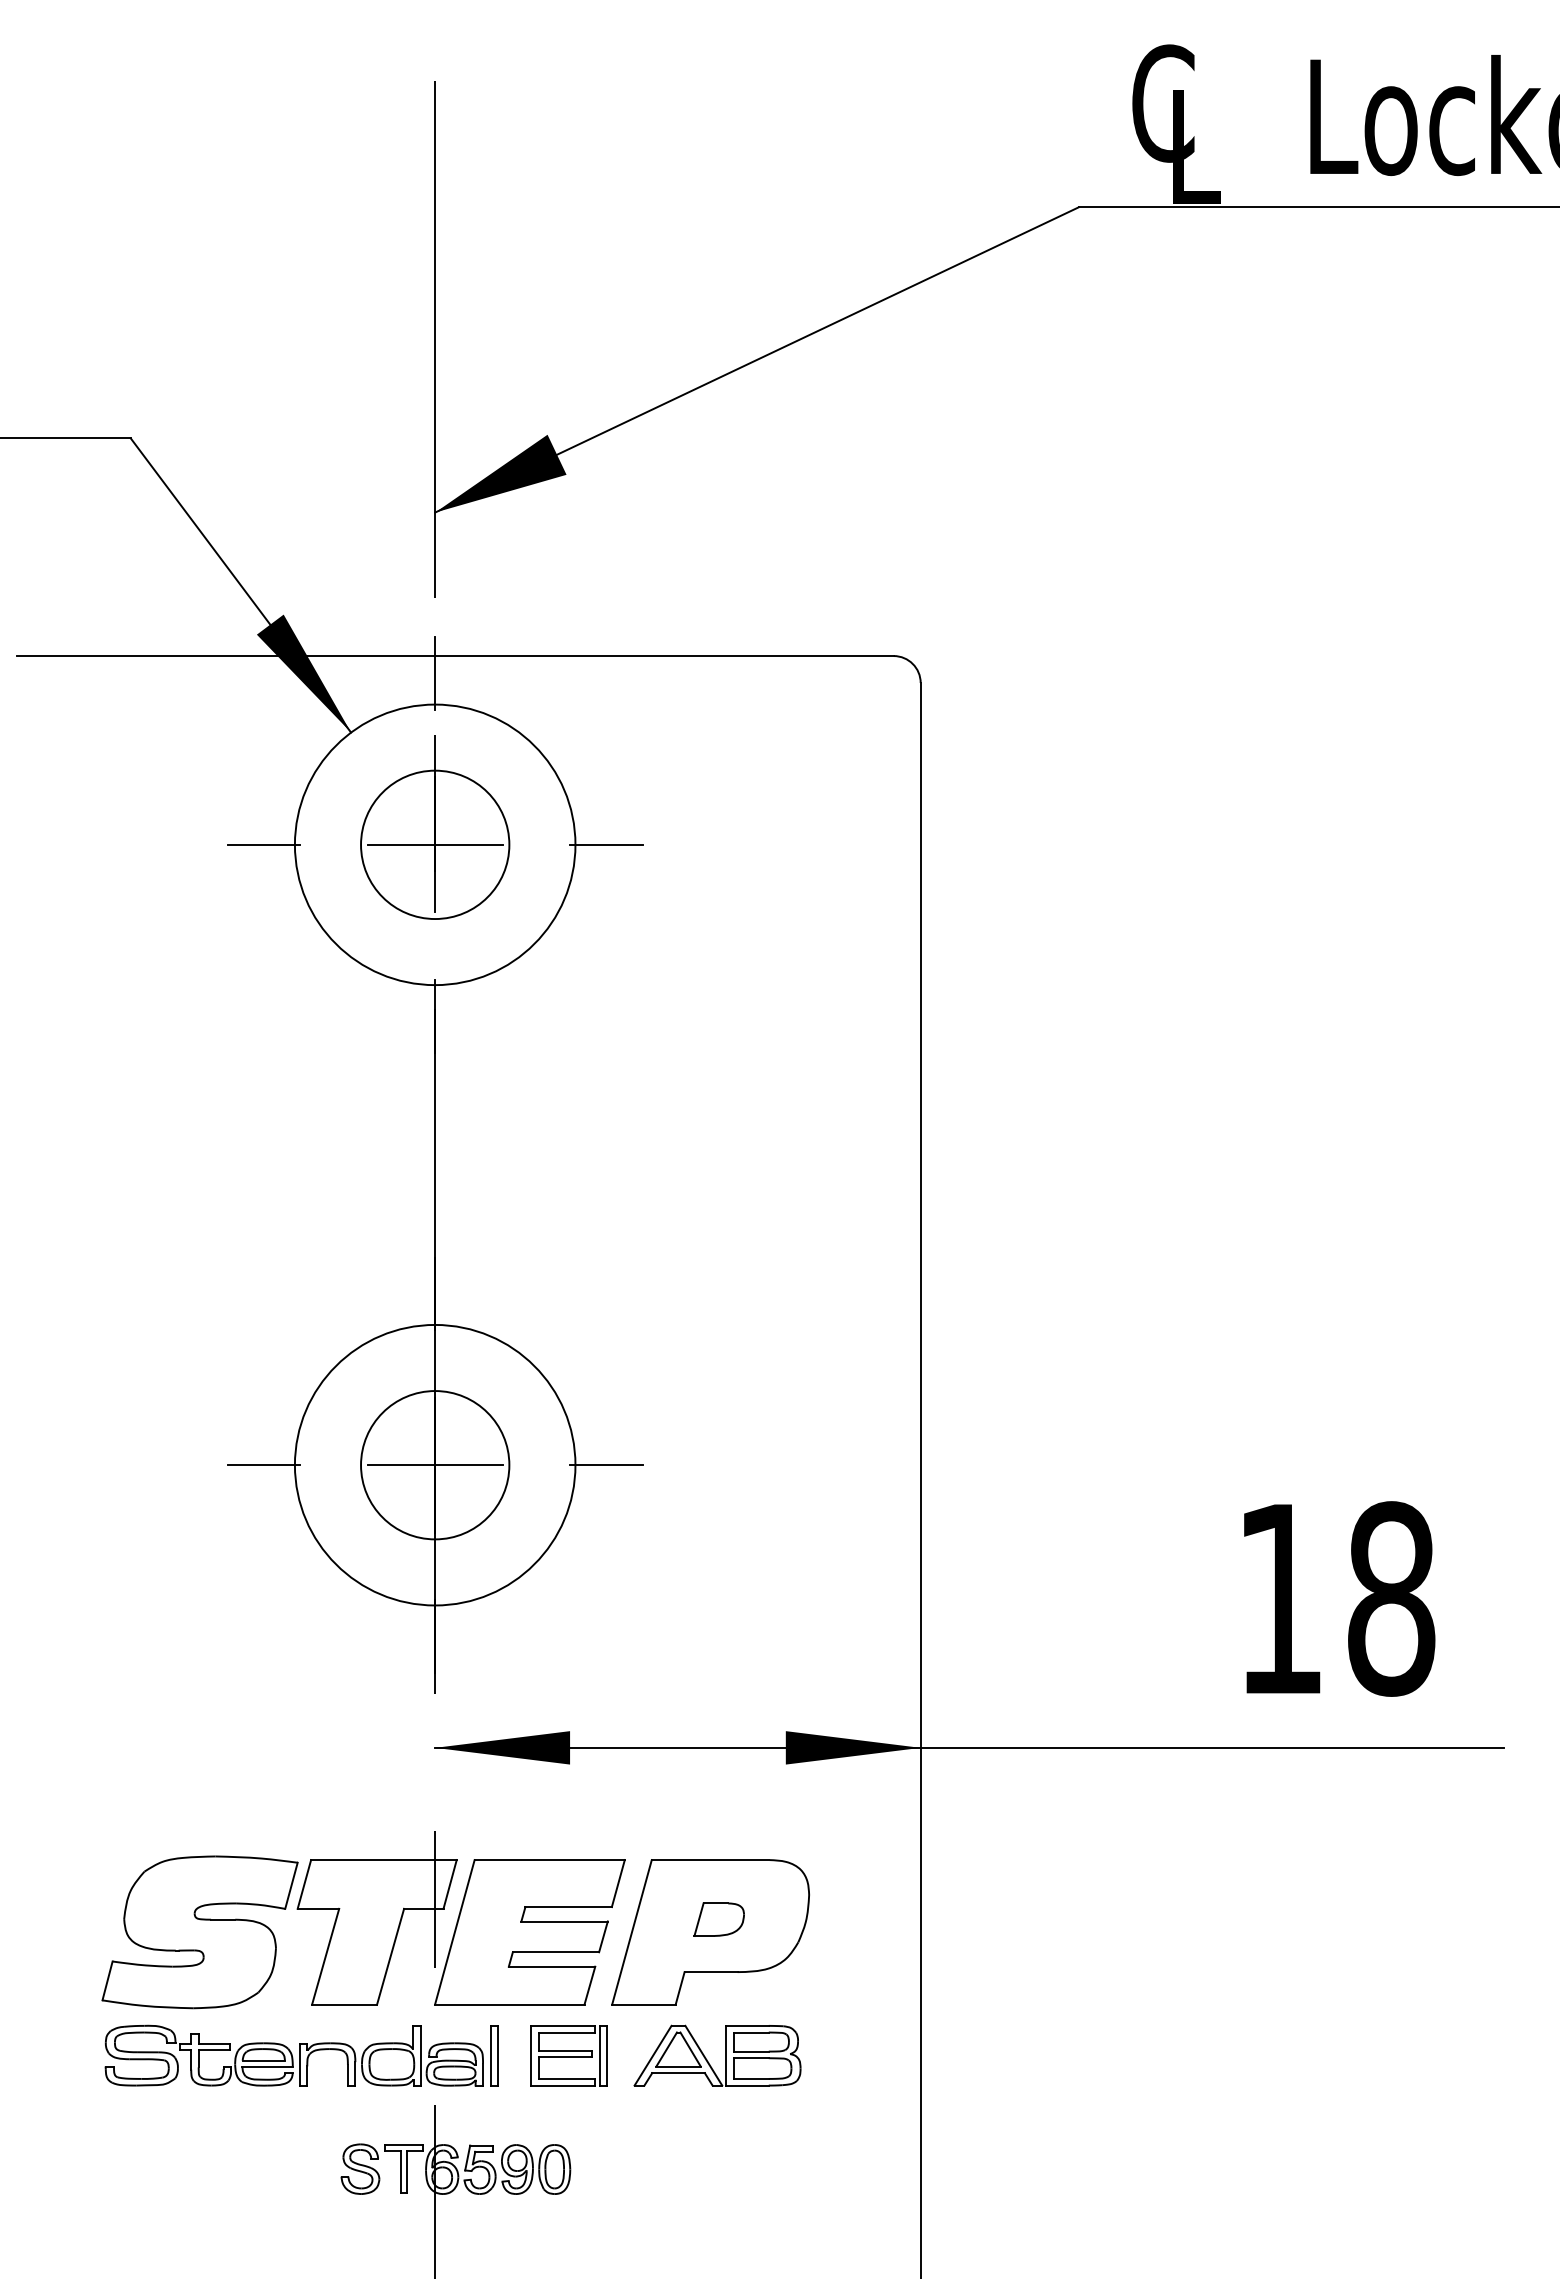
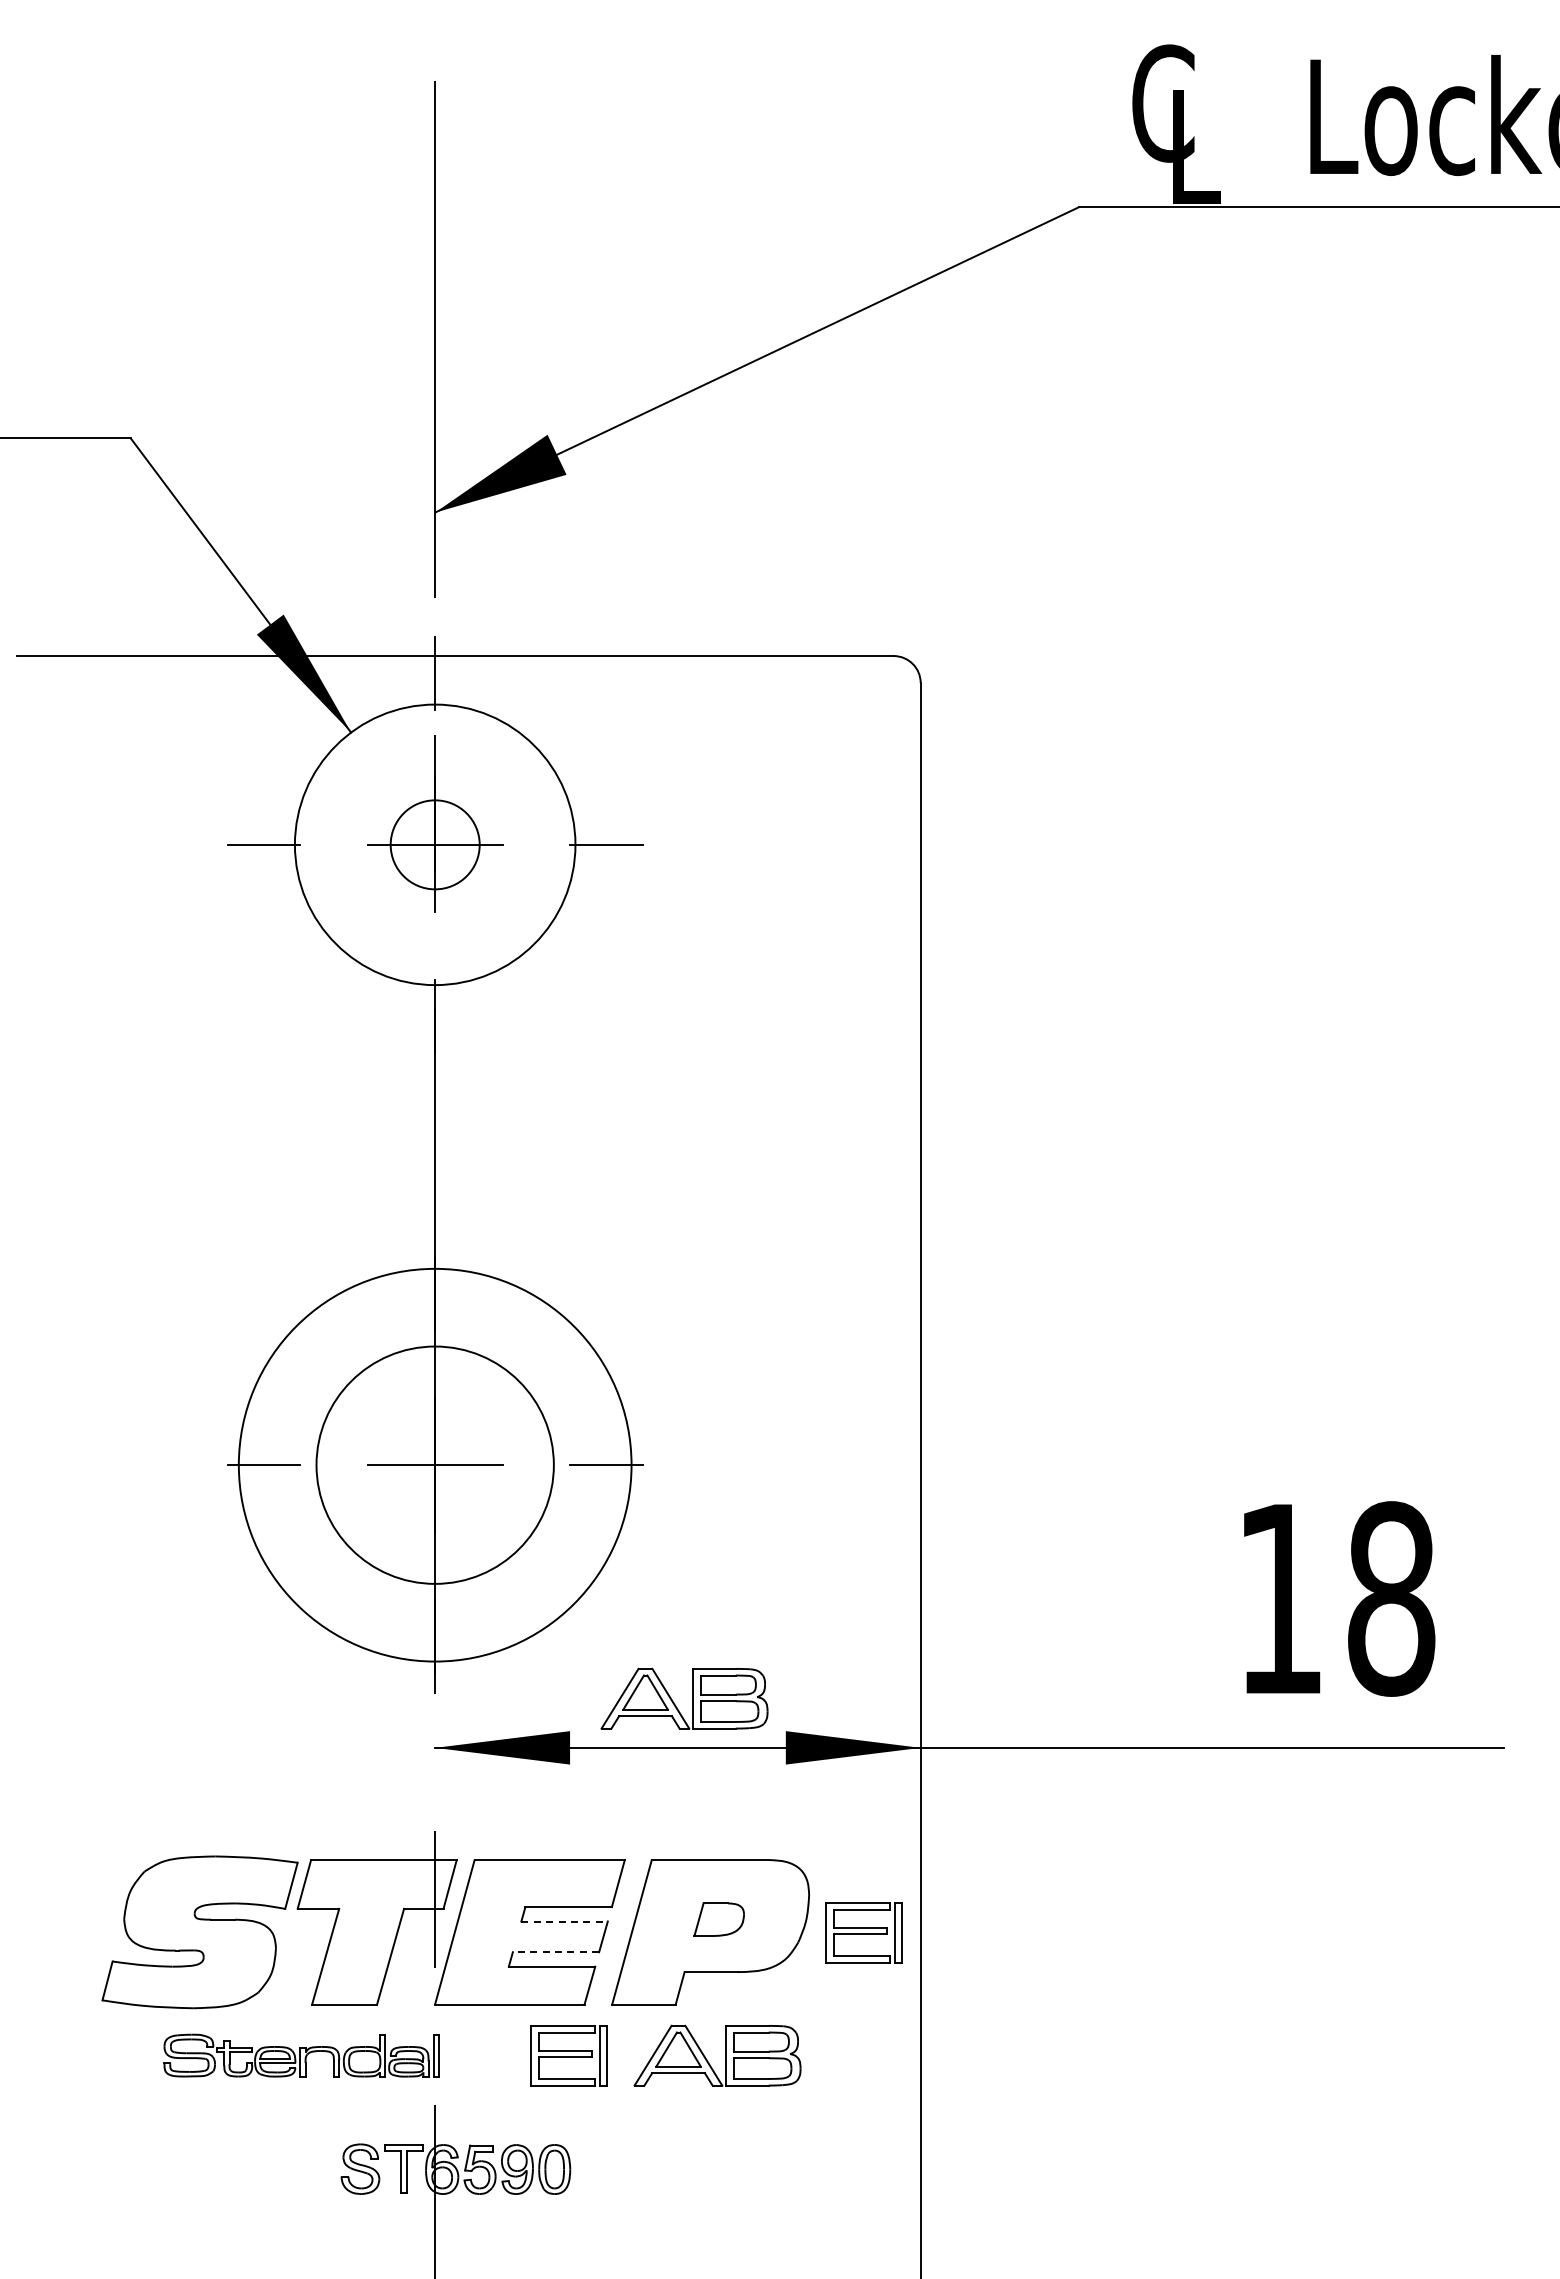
circle at (435, 844) diameter: 148 px -> 89 px
circle at (434, 1464) diameter: 281 px -> 393 px
circle at (435, 1465) diameter: 148 px -> 237 px
part at (692, 1698): none -> present
line at (565, 1921): solid -> dashed
part at (863, 1932): none -> present
line at (555, 1952): solid -> dashed
part at (301, 2055) size: 395x63 px -> 277x45 px
